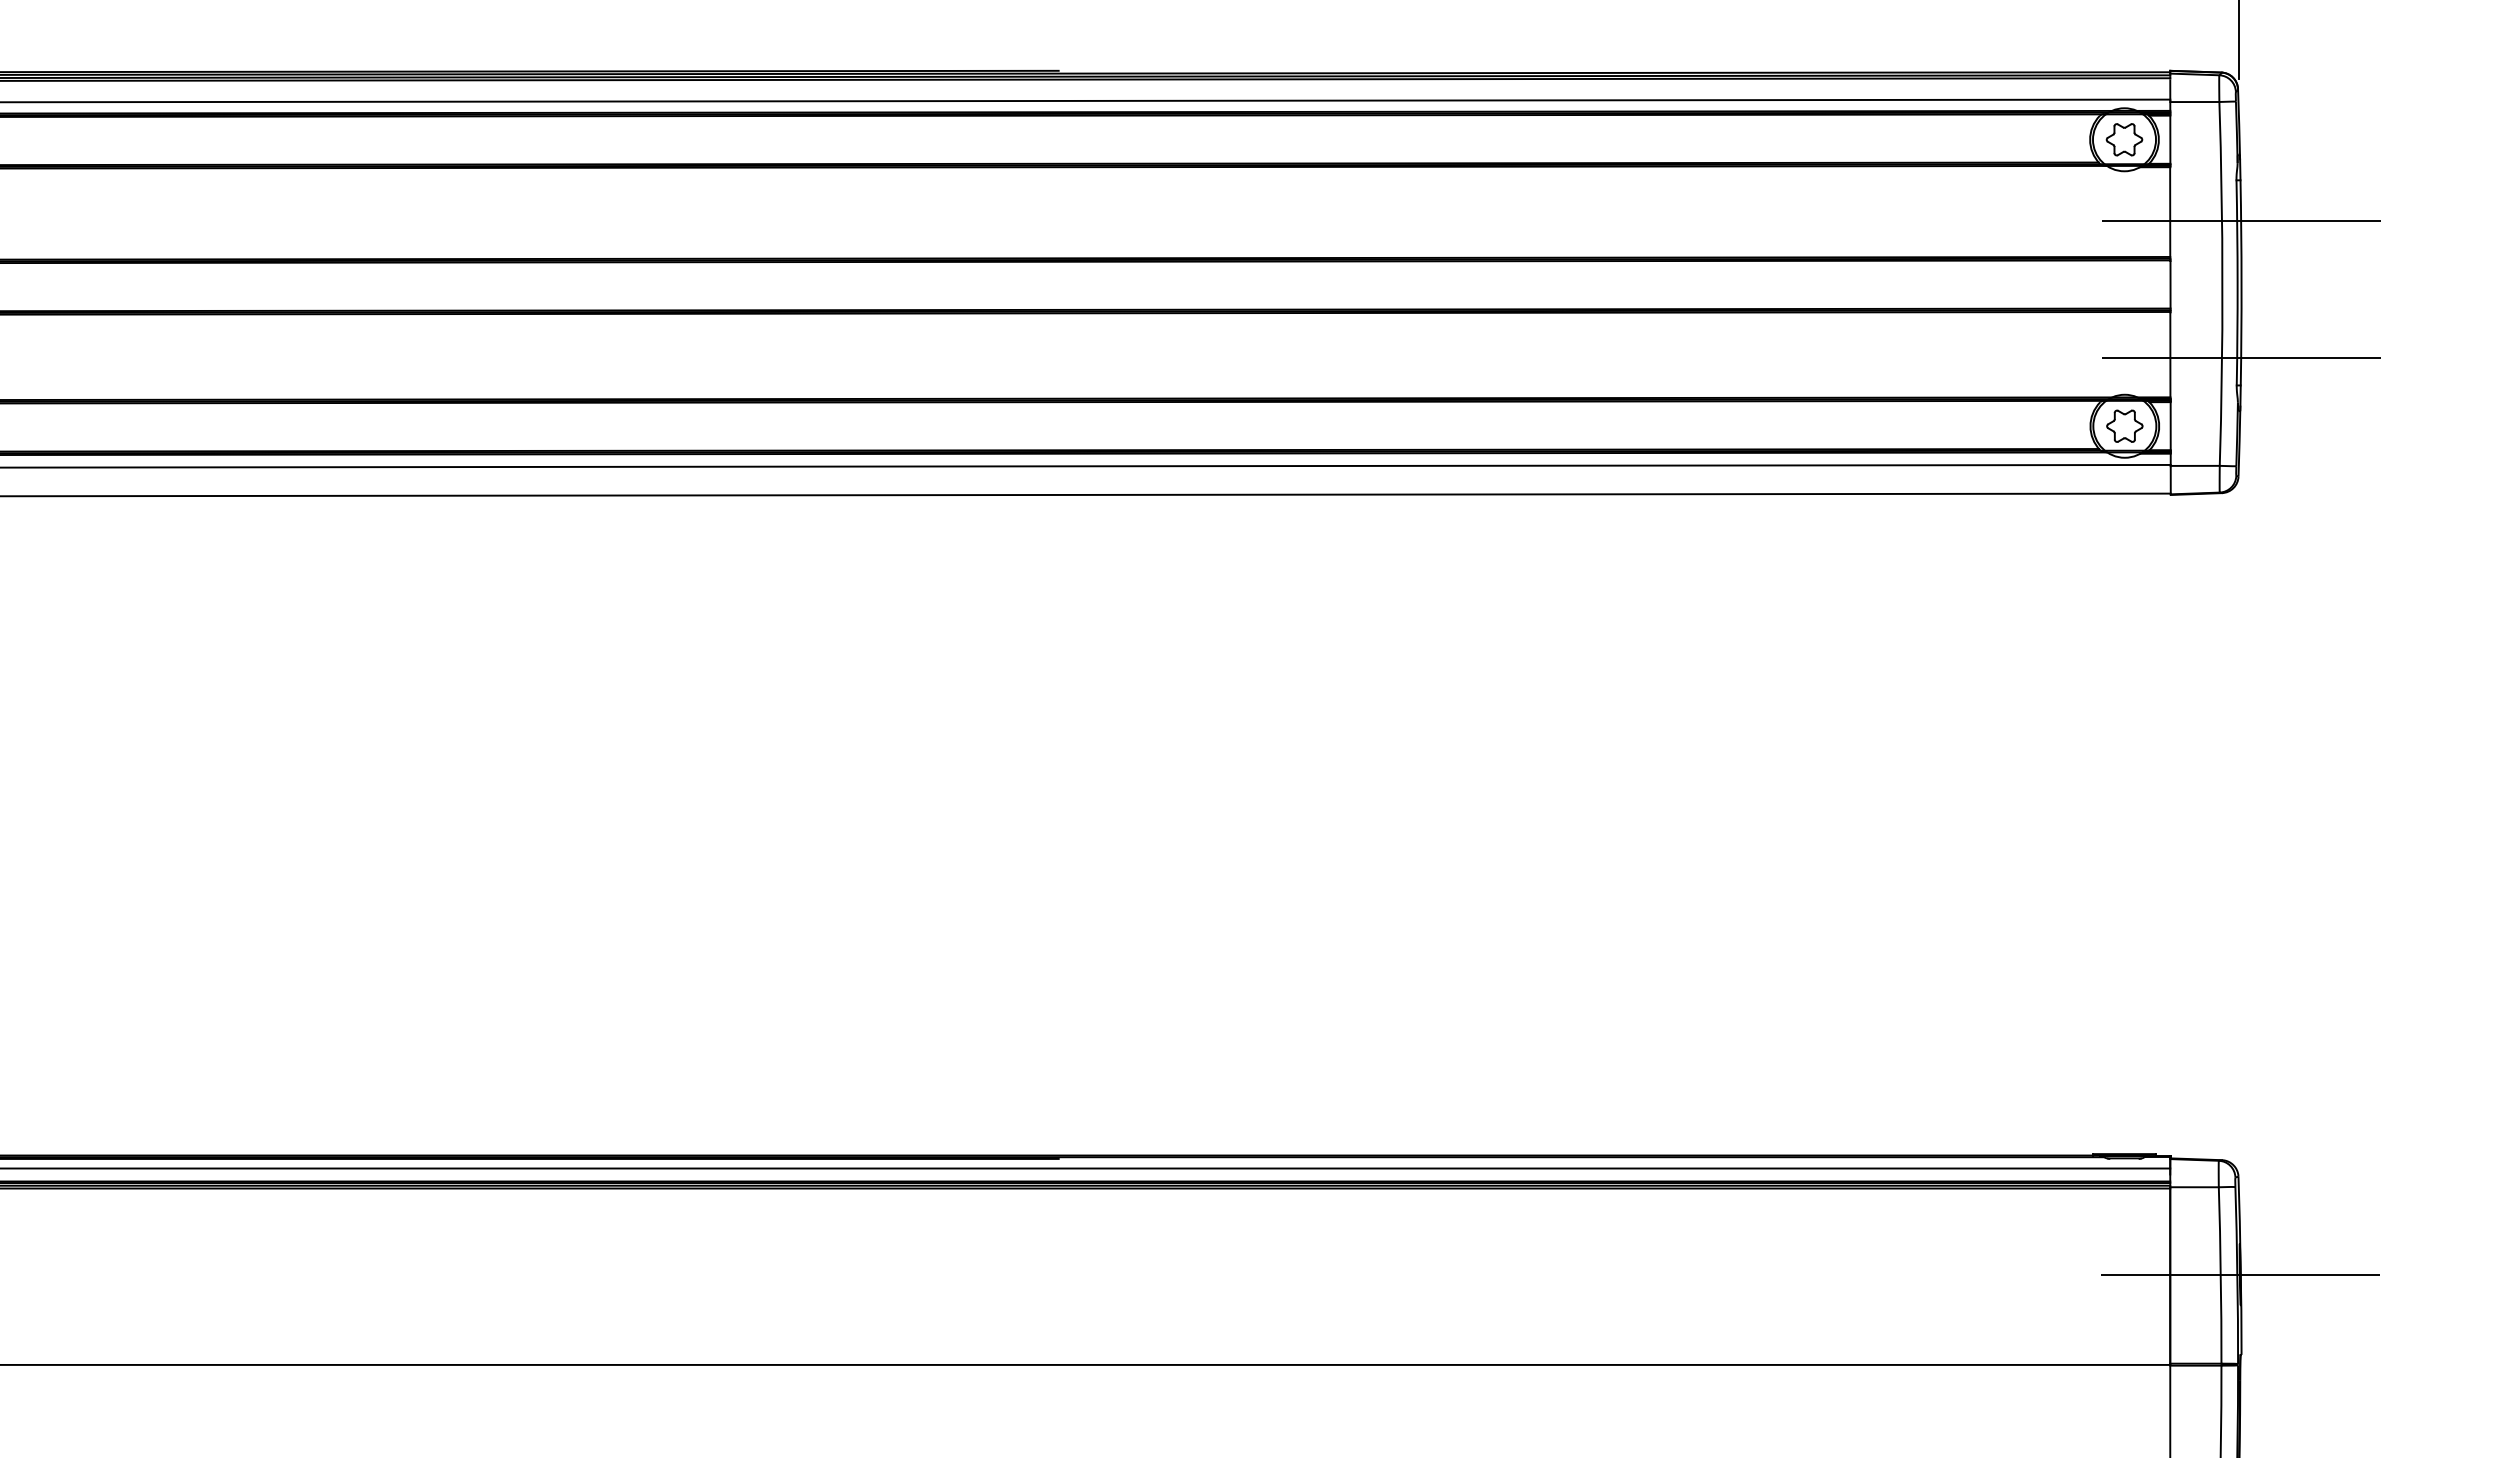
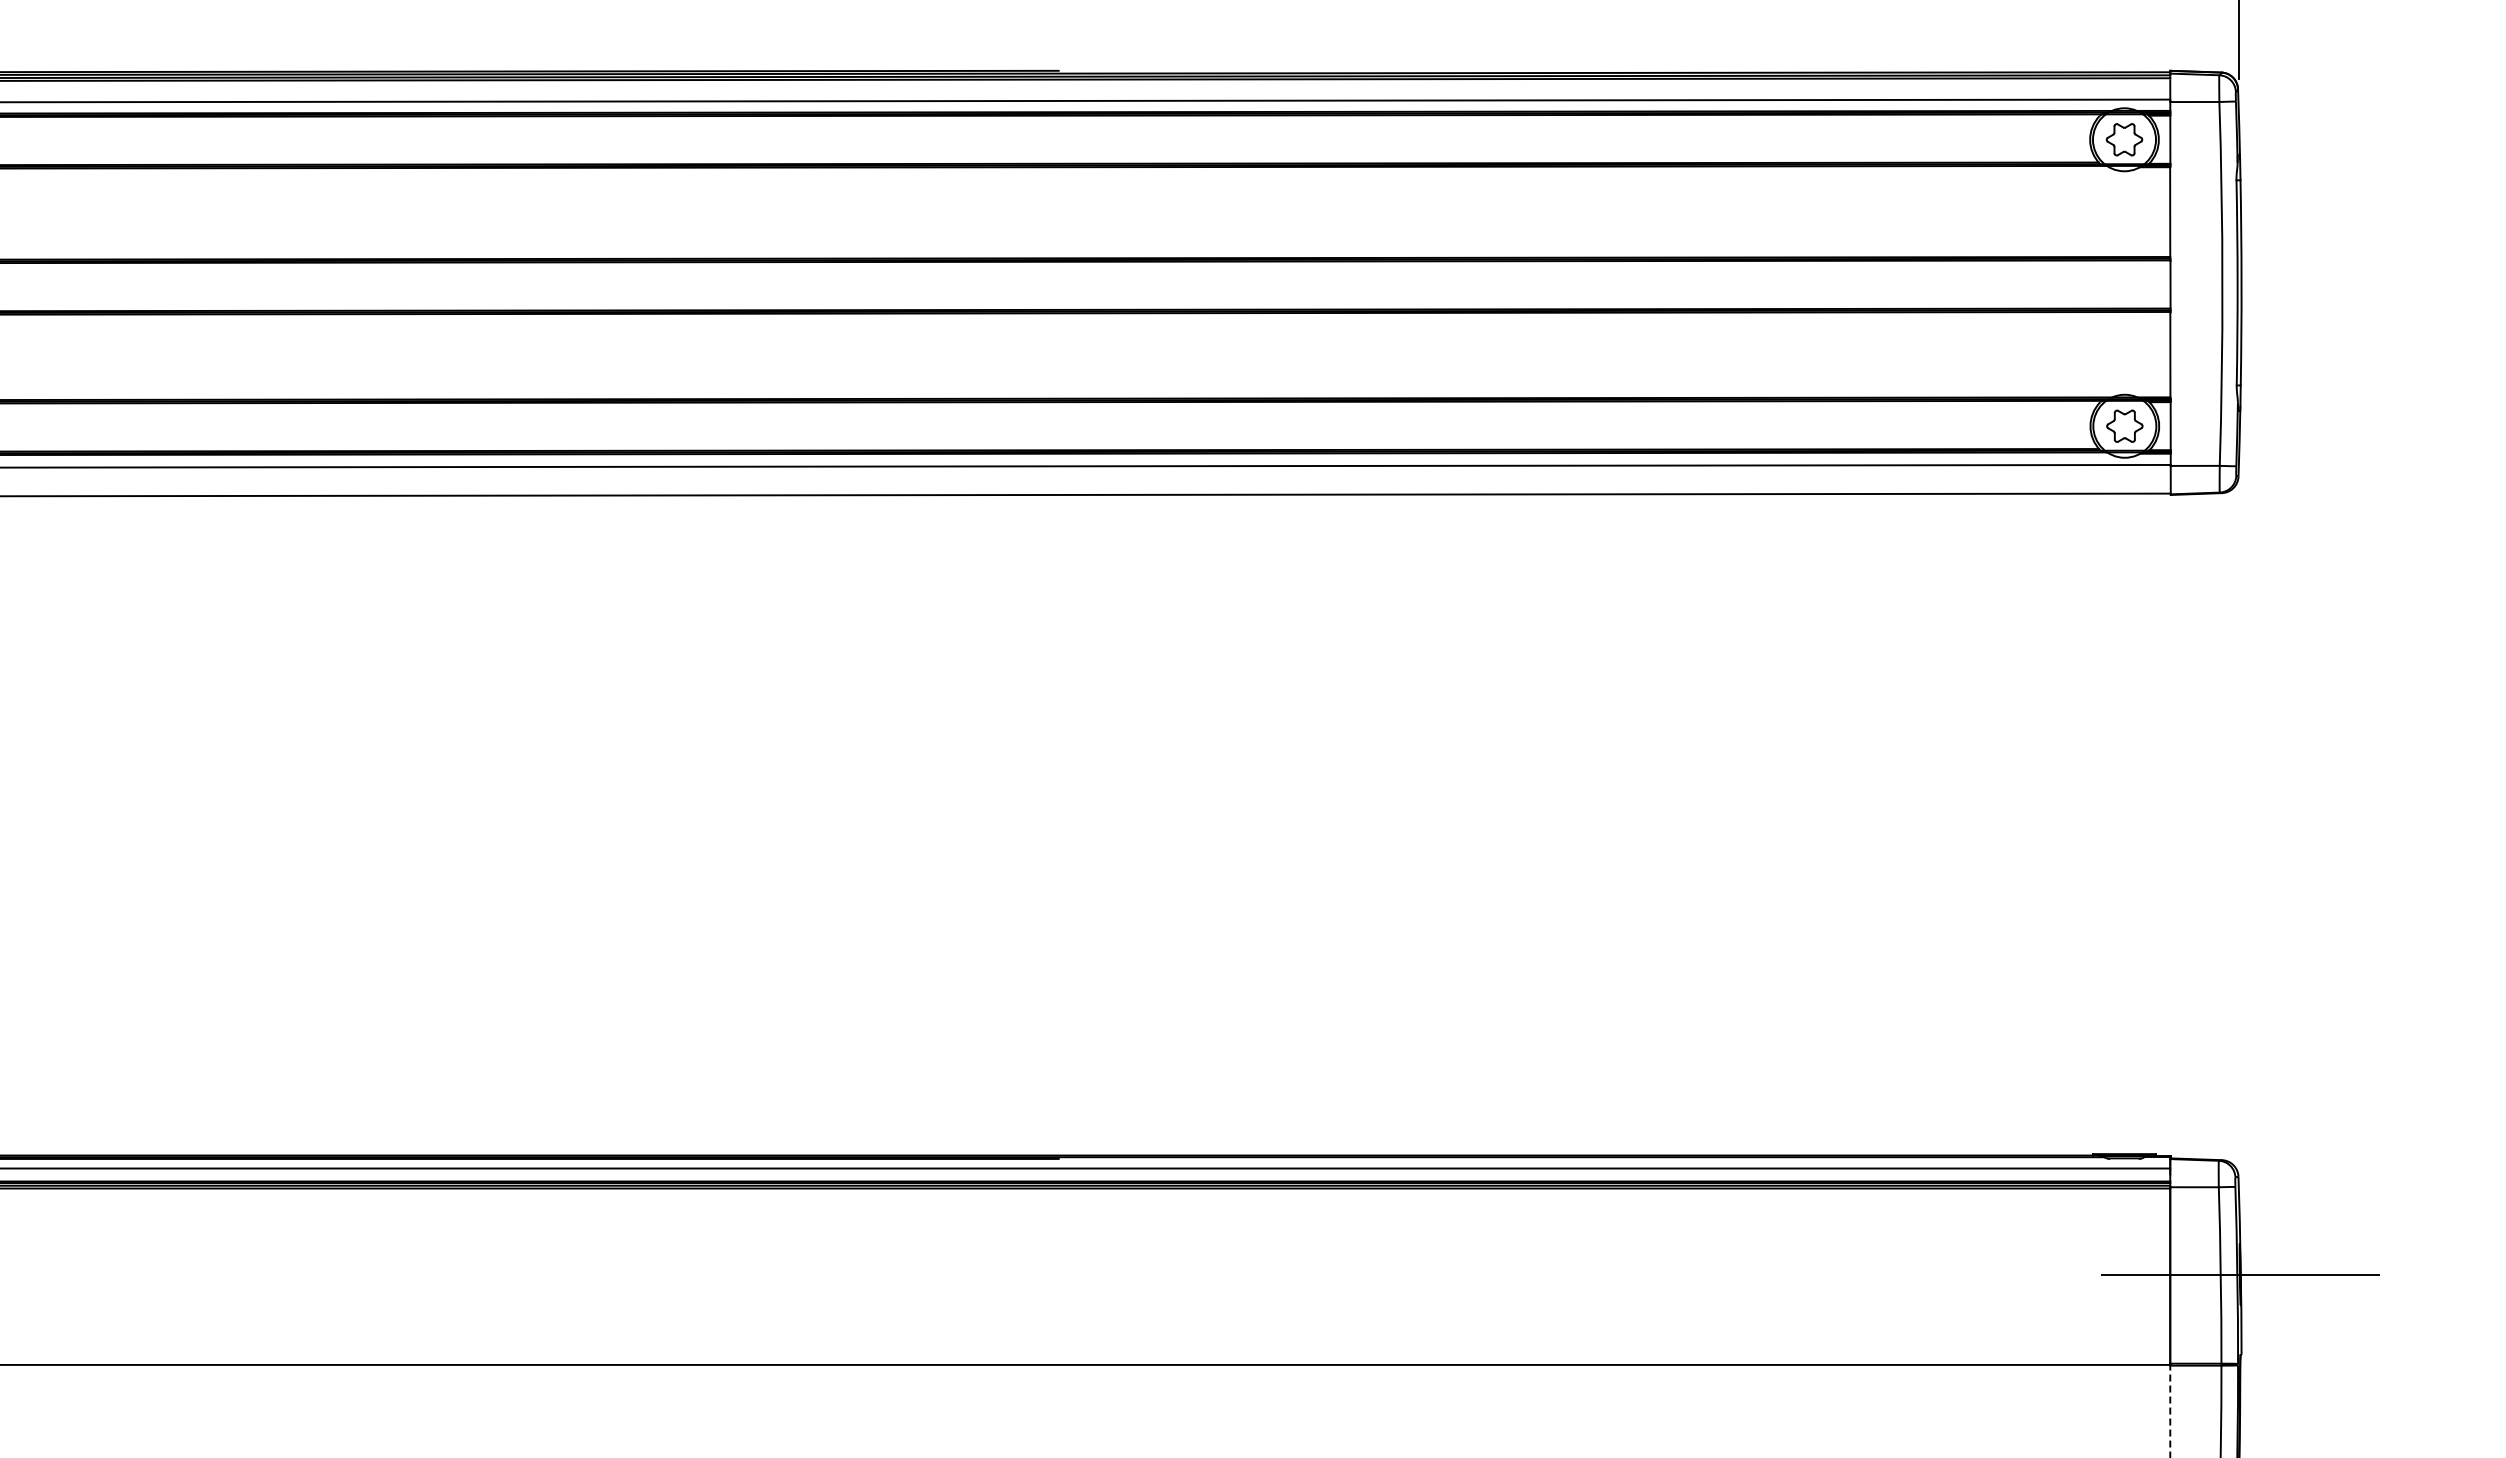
line at (2240, 220): present -> none
line at (2240, 358): present -> none
line at (2170, 1410): solid -> dashed
